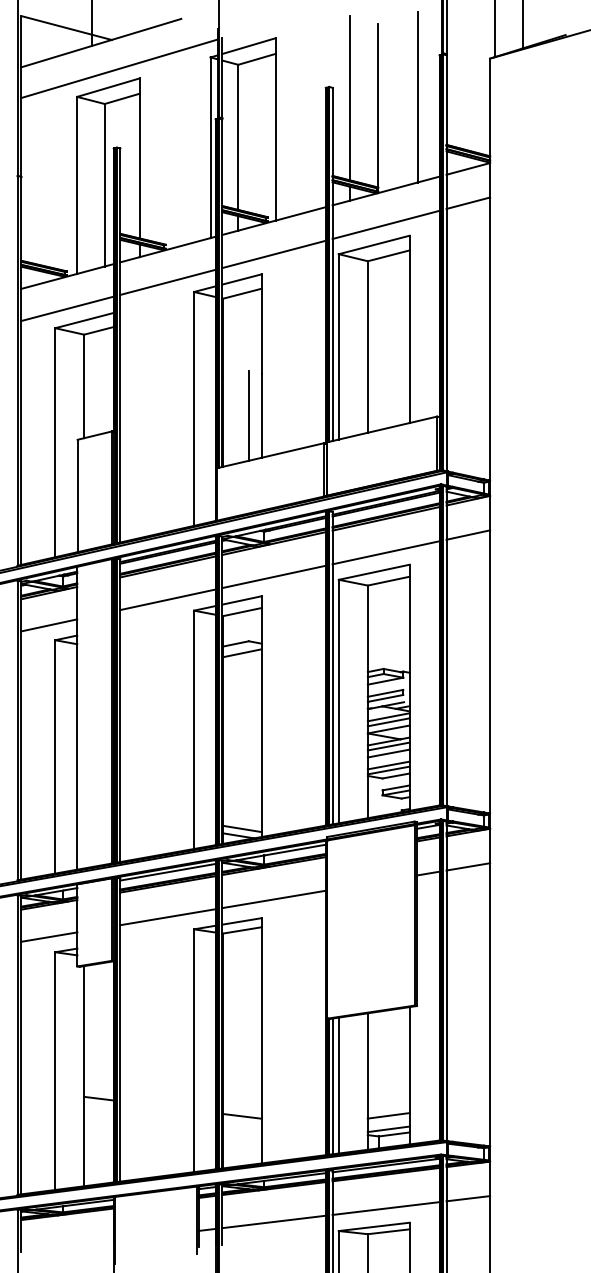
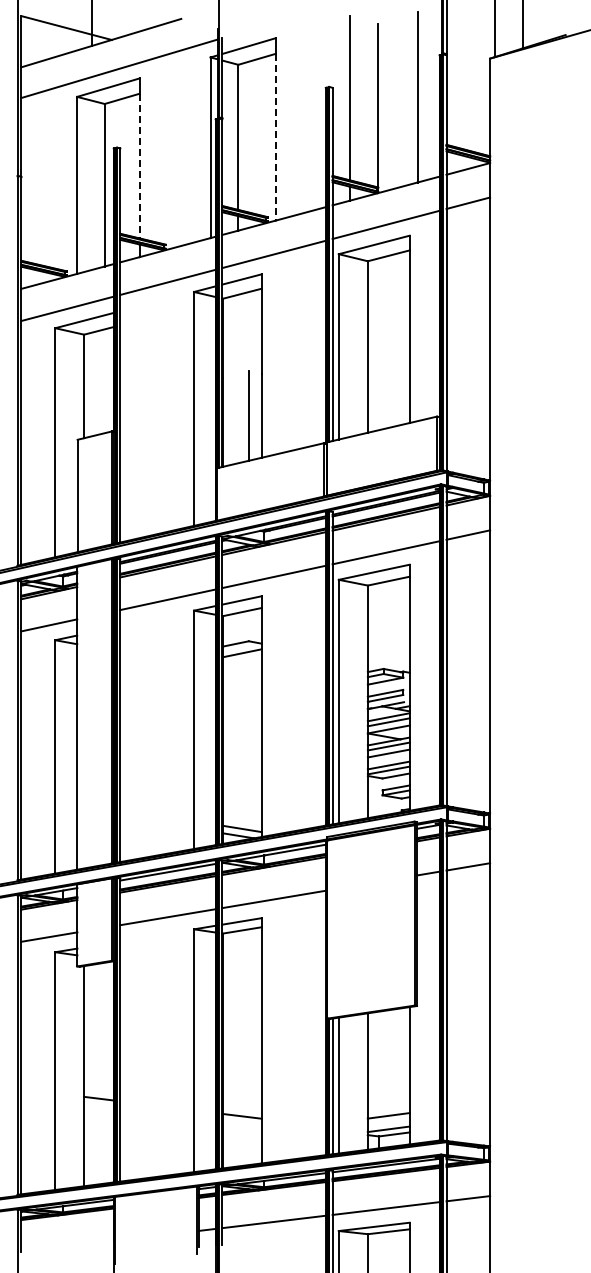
line at (275, 137): solid -> dashed
line at (139, 166): solid -> dashed
